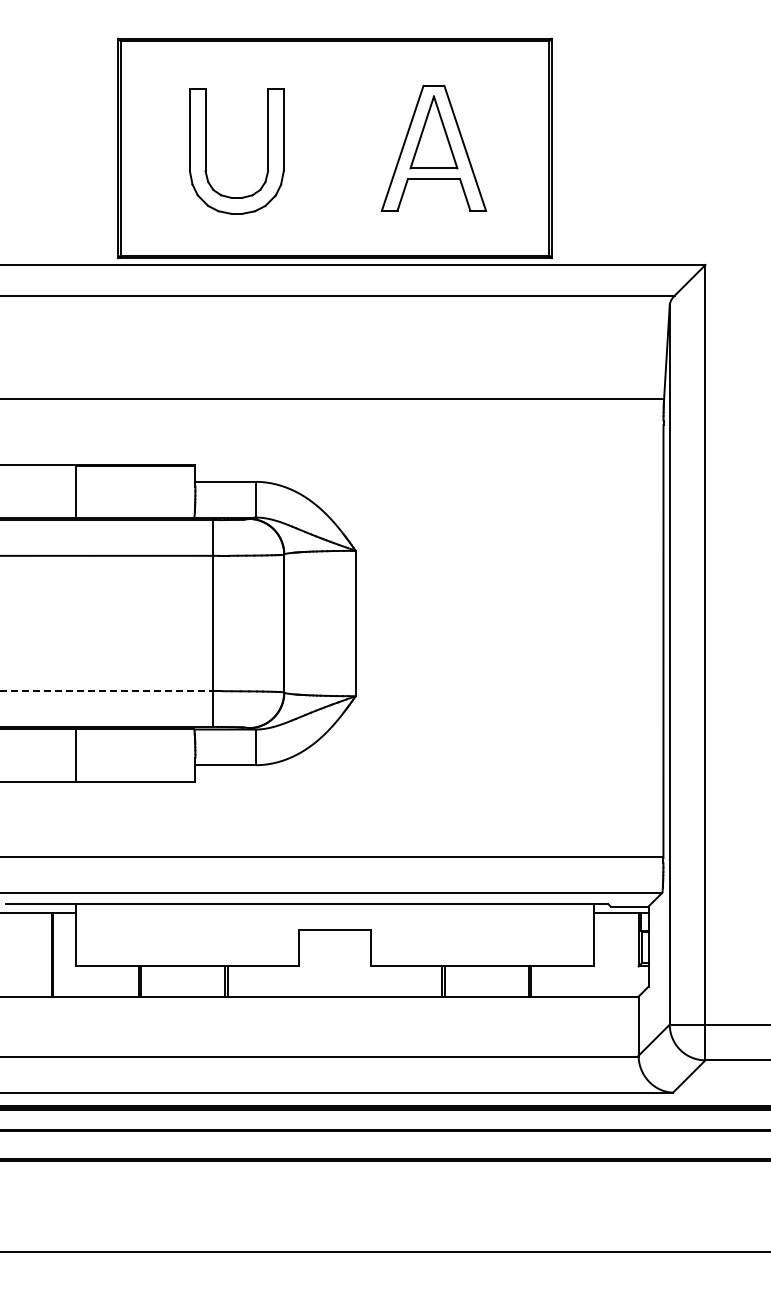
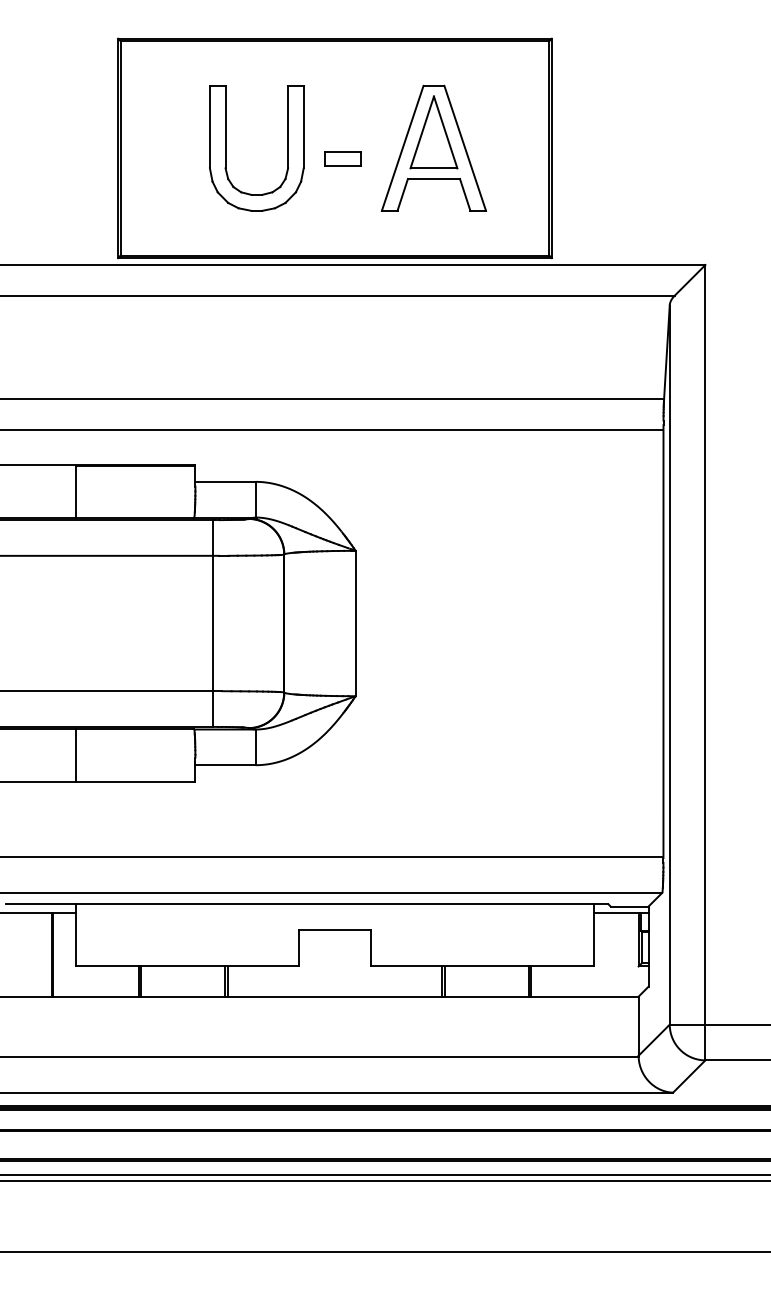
part at (206, 151) position: (206, 151) -> (226, 148)
part at (342, 158): none -> present
line at (332, 430): none -> present
line at (106, 691): dashed -> solid
line at (384, 1175): none -> present
line at (384, 1180): none -> present
